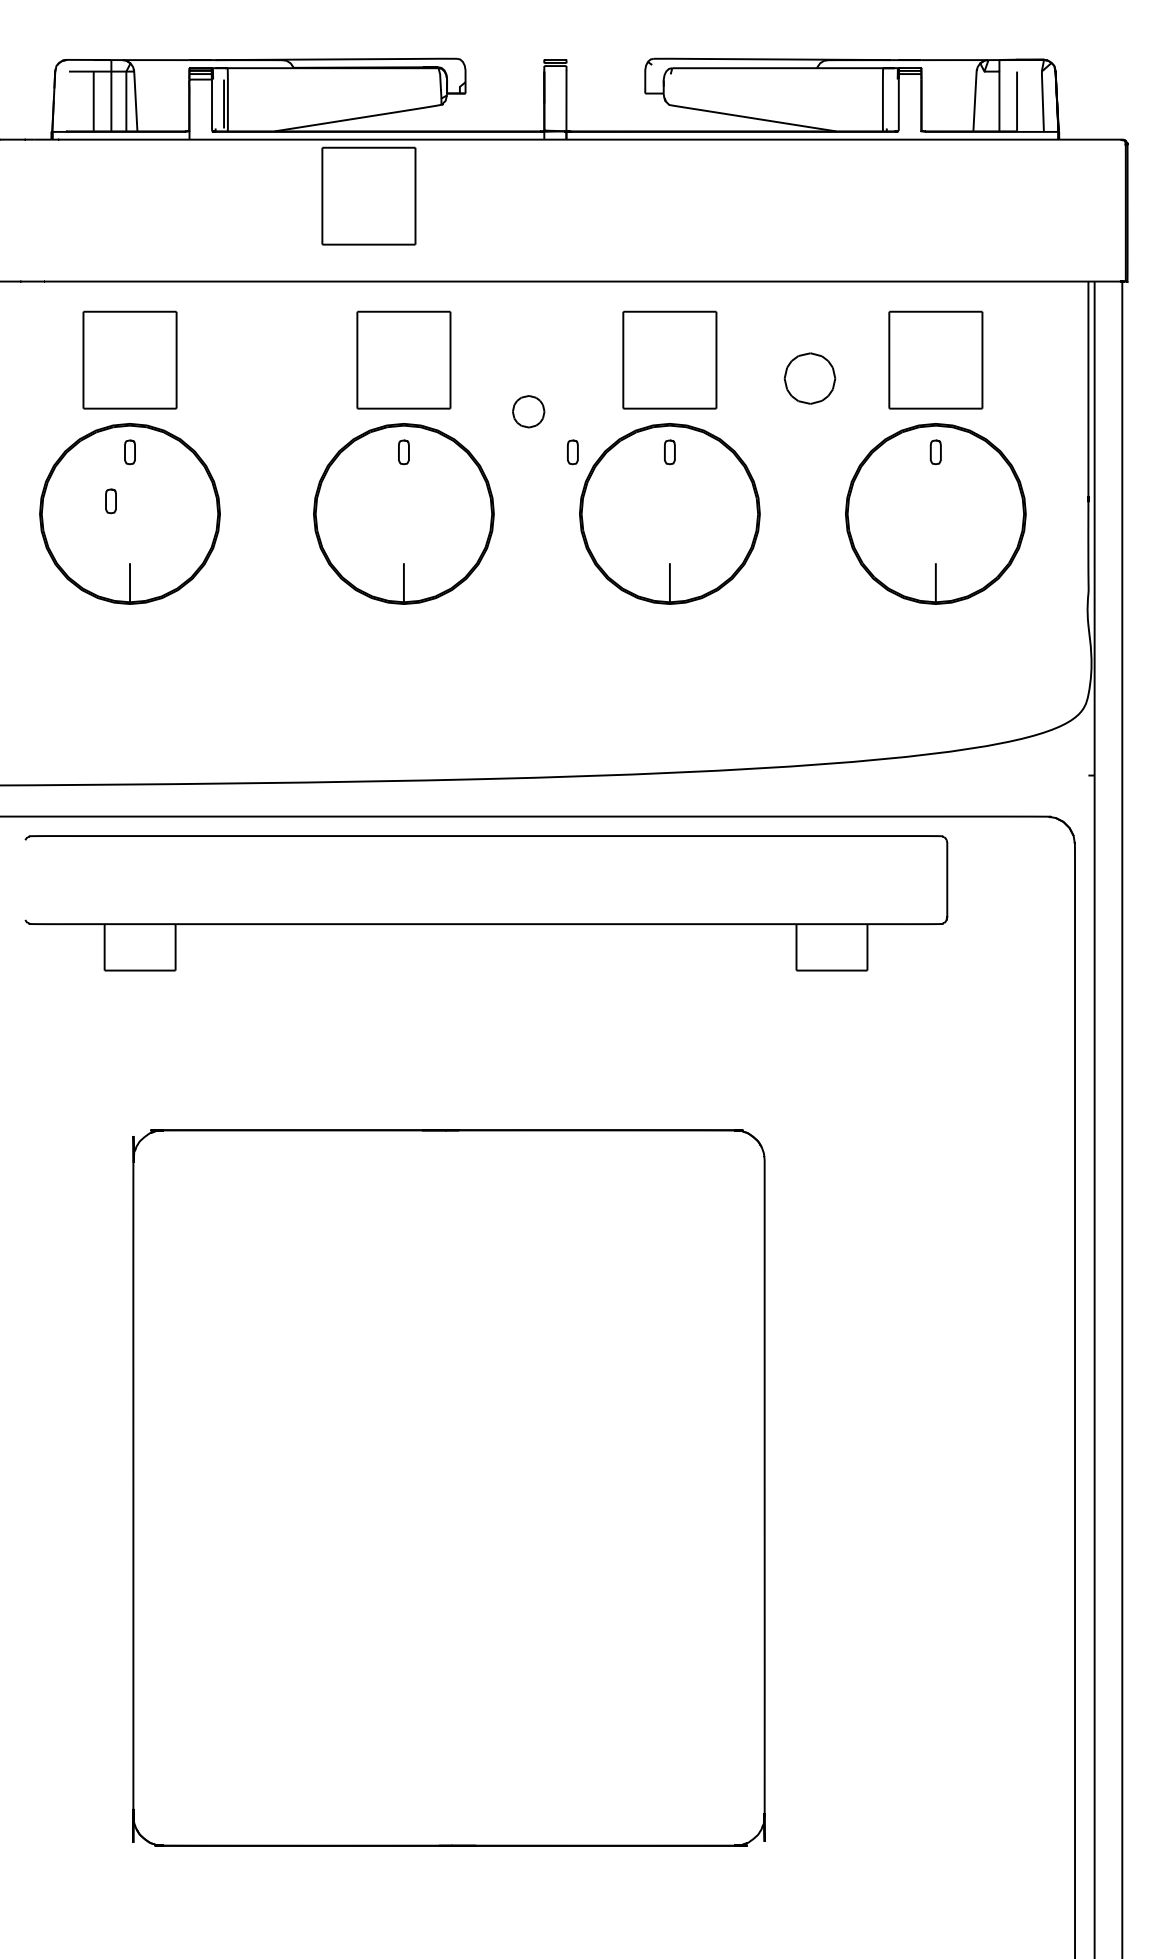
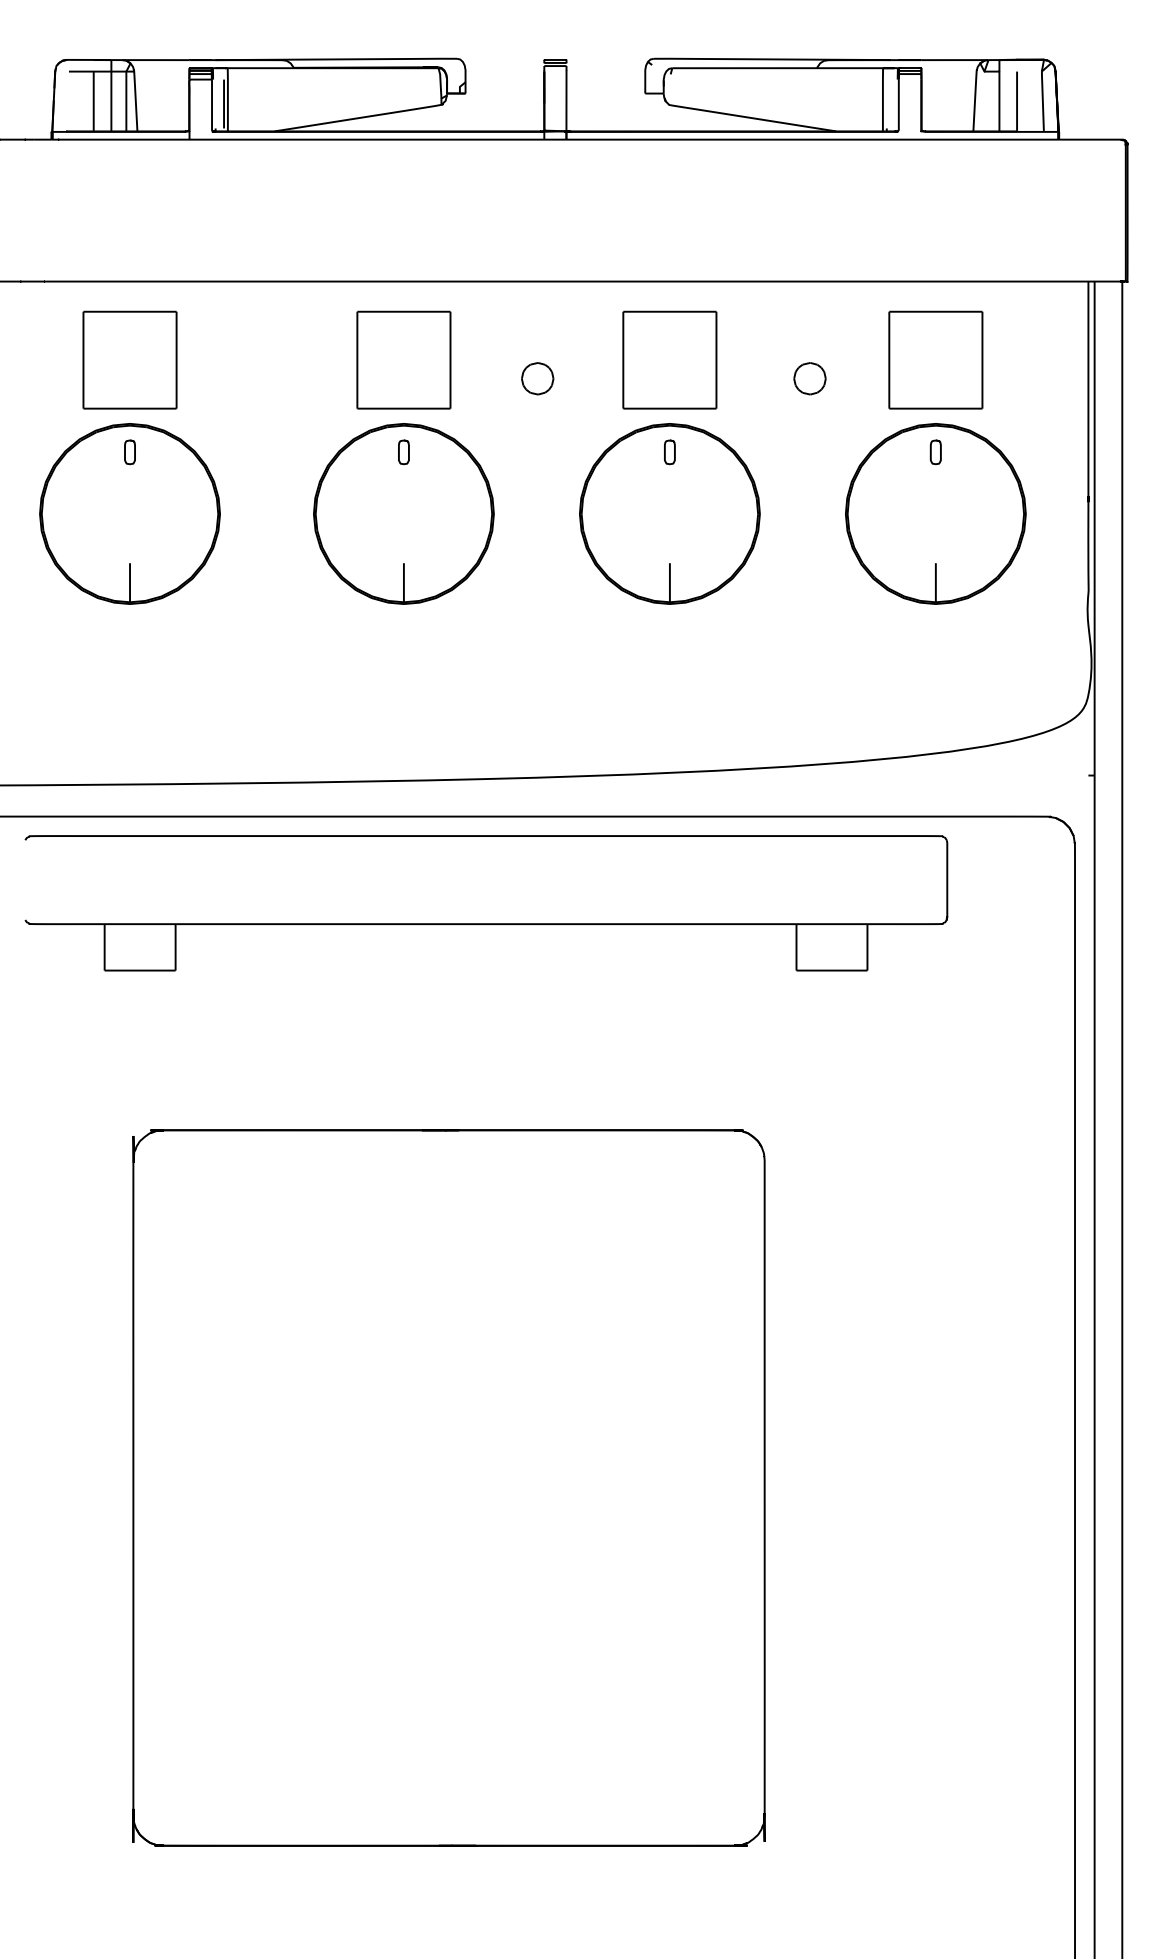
part at (368, 195): present -> none
part at (809, 378) size: 54x53 px -> 34x34 px
part at (528, 411) position: (528, 411) -> (537, 378)
part at (572, 452): present -> none
part at (110, 501): present -> none
